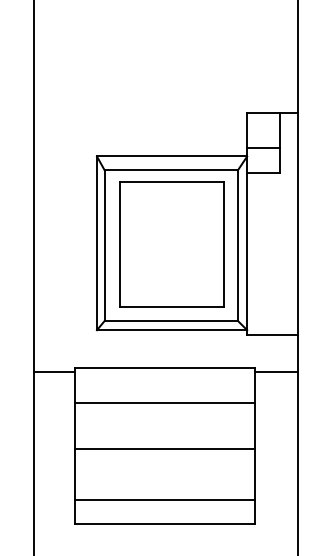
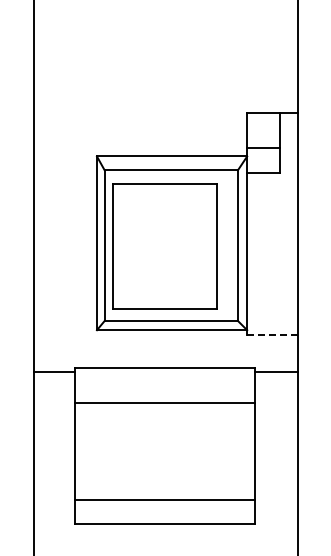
part at (171, 244) position: (171, 244) -> (164, 246)
line at (273, 334): solid -> dashed
line at (164, 448): present -> none
